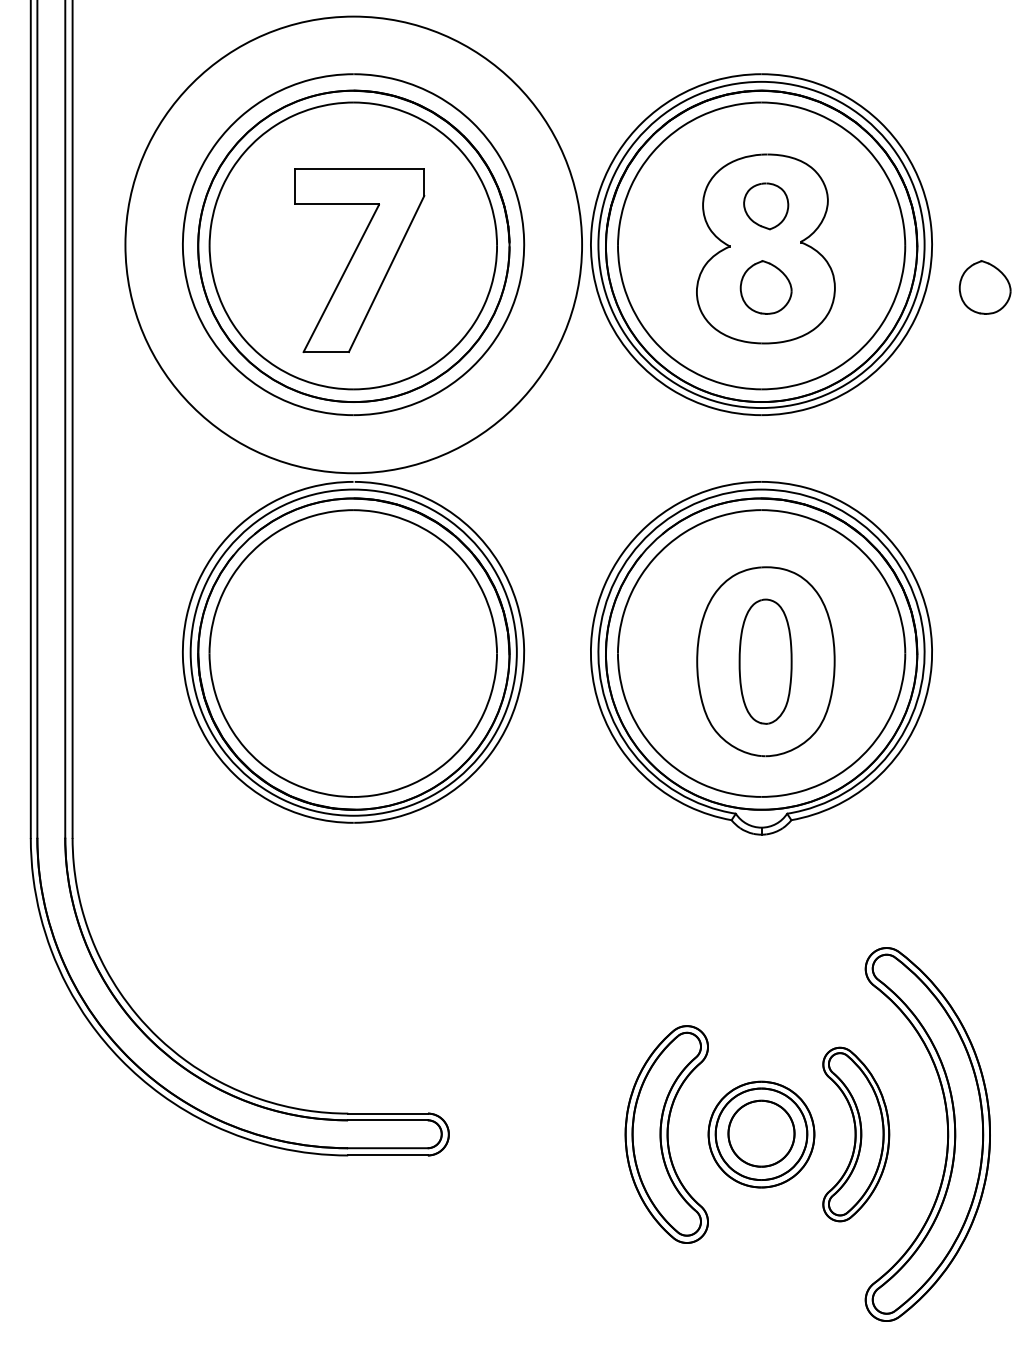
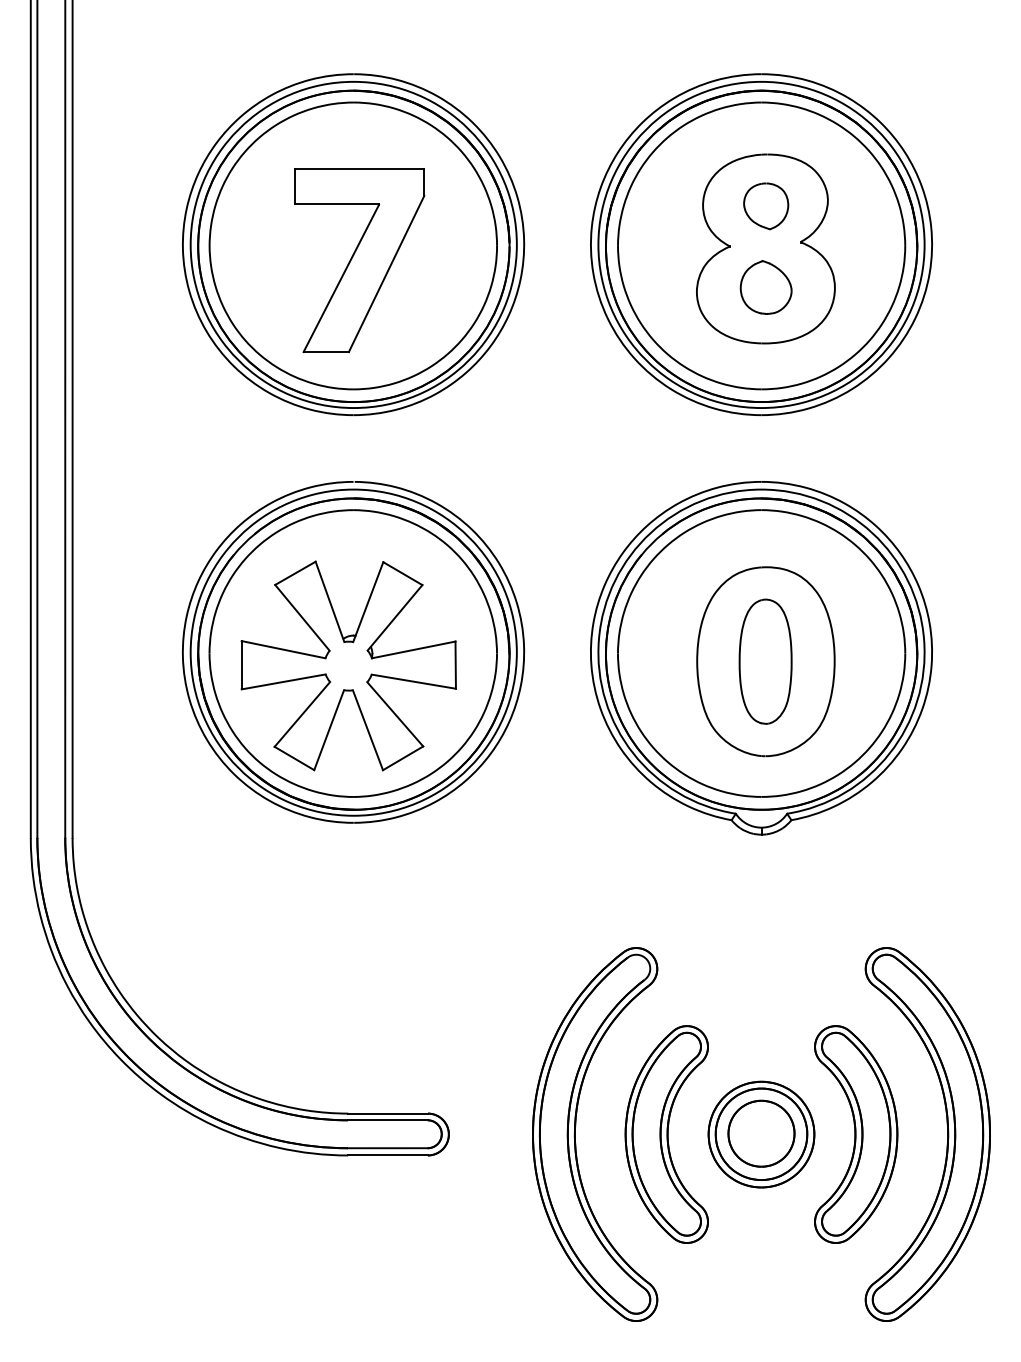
circle at (353, 244) diameter: 457 px -> 326 px
part at (984, 287): present -> none
part at (348, 665): none -> present
part at (575, 1134): none -> present
part at (856, 1134) size: 69x177 px -> 85x219 px
